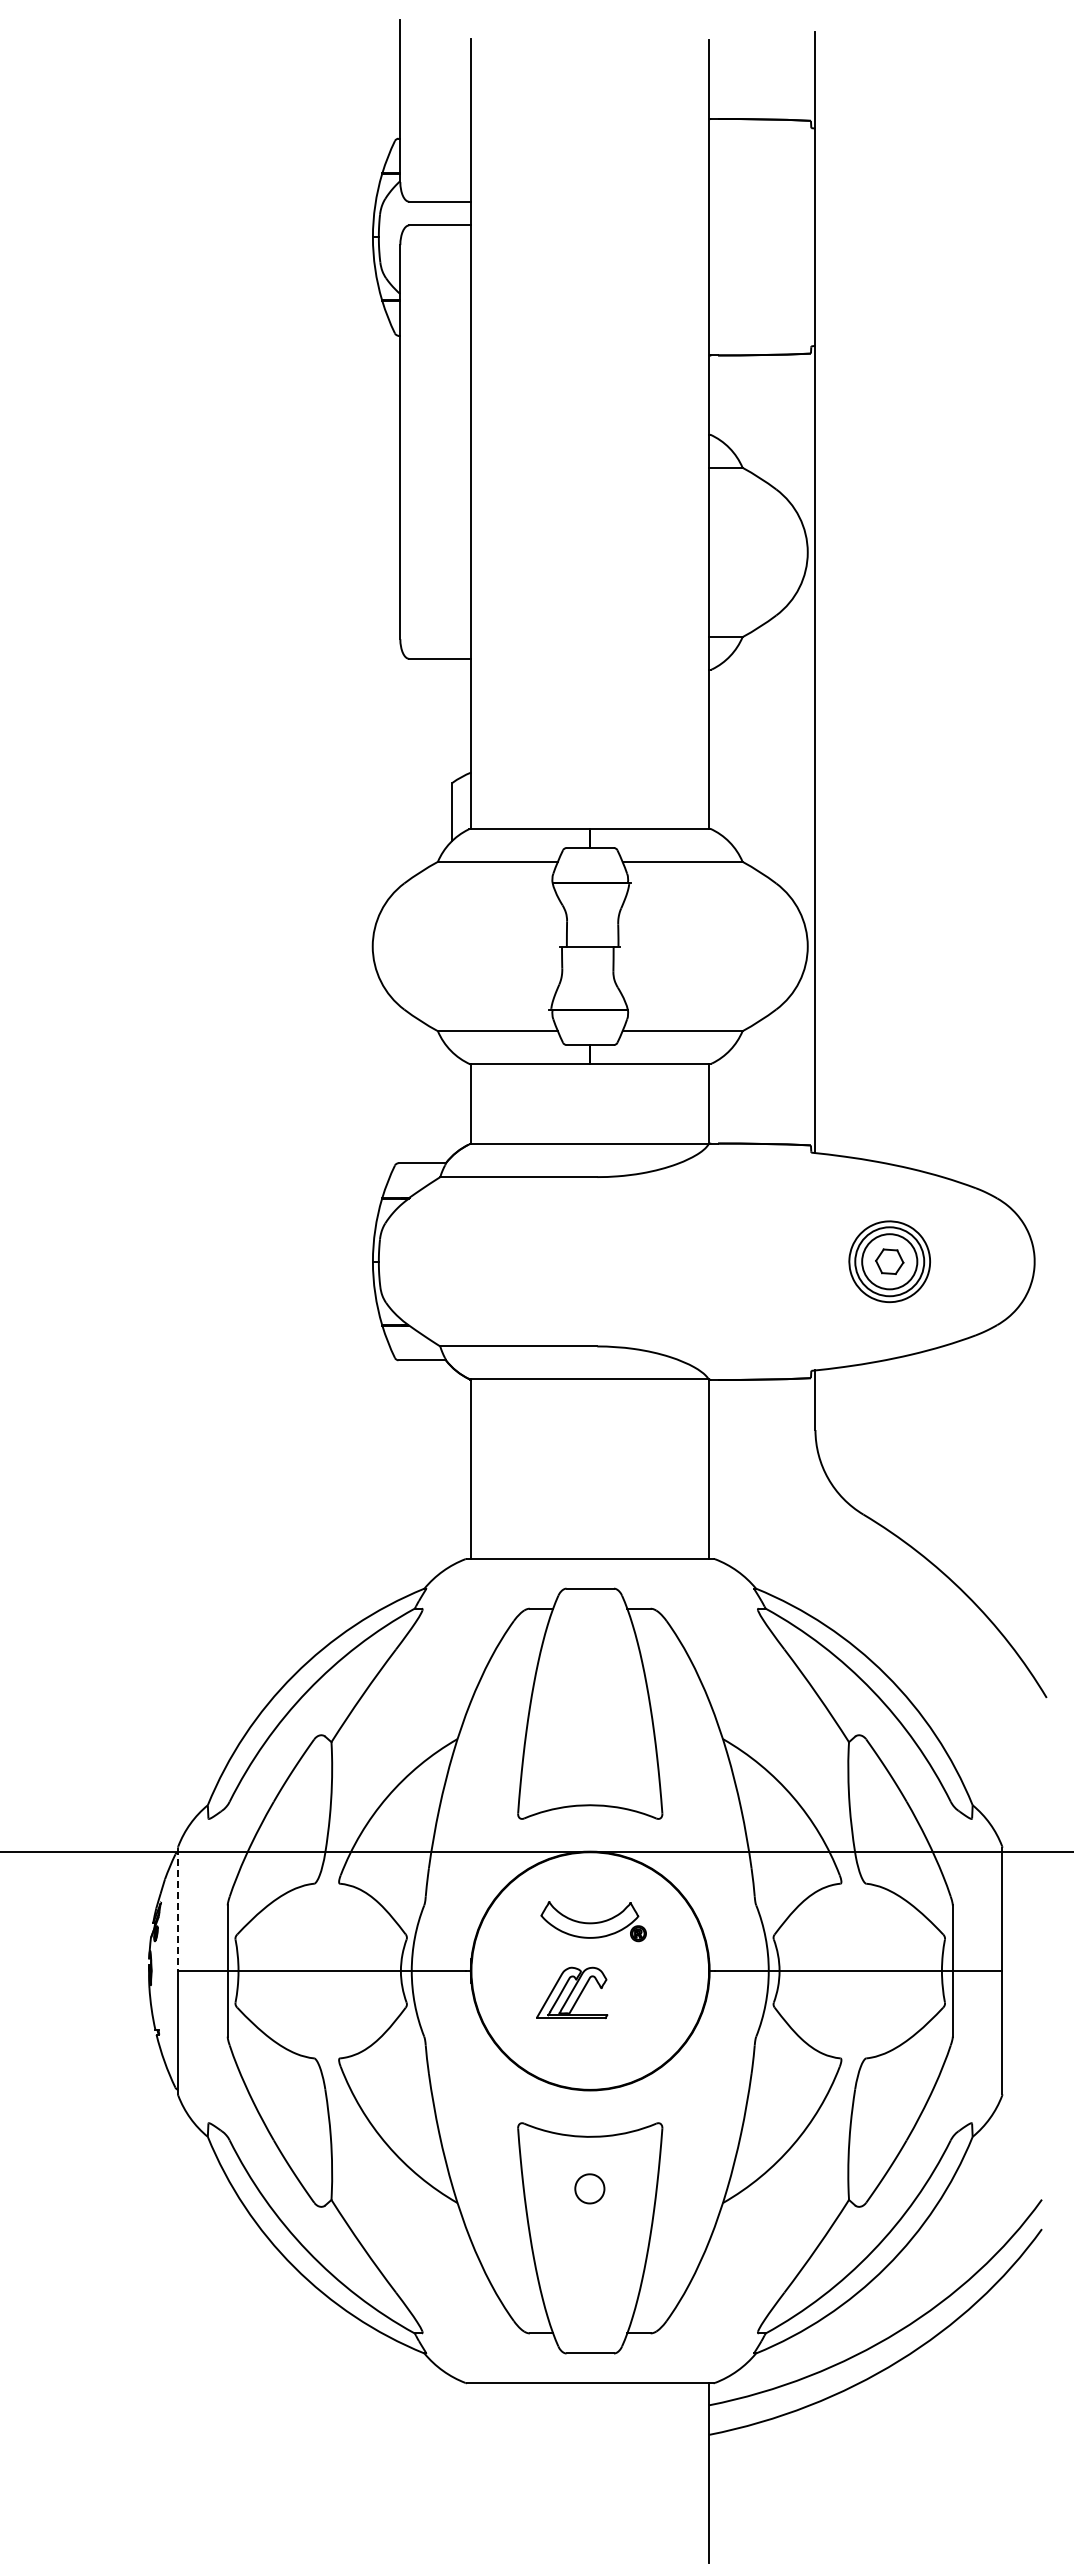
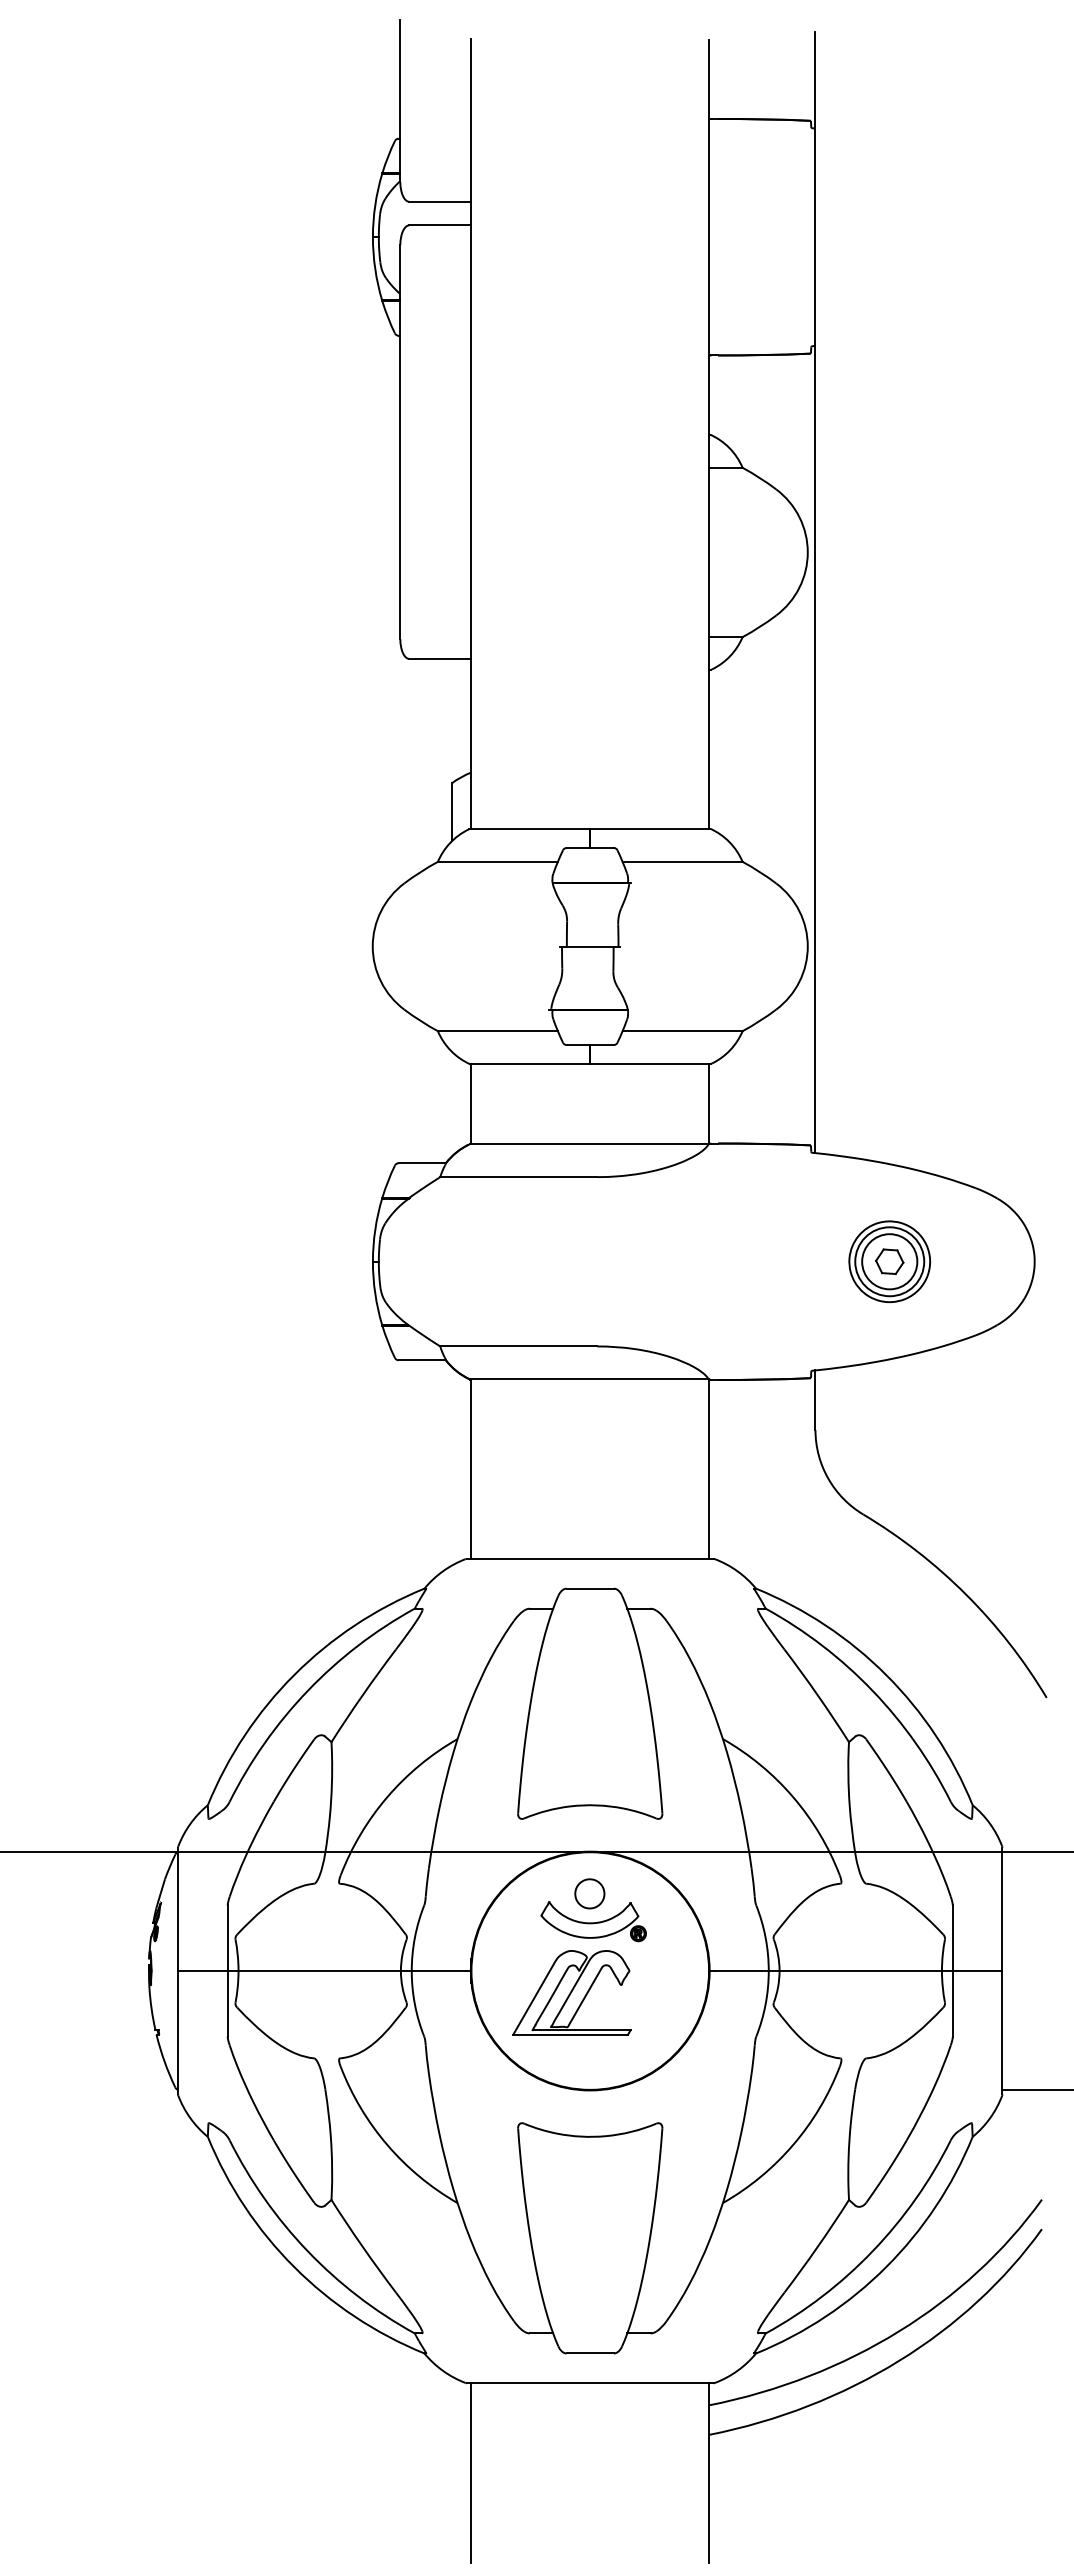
line at (178, 1909): dashed -> solid
part at (572, 1992) size: 73x54 px -> 120x86 px
line at (1036, 2089): none -> present
part at (589, 2188) position: (589, 2188) -> (589, 1893)
line at (471, 2473): none -> present
